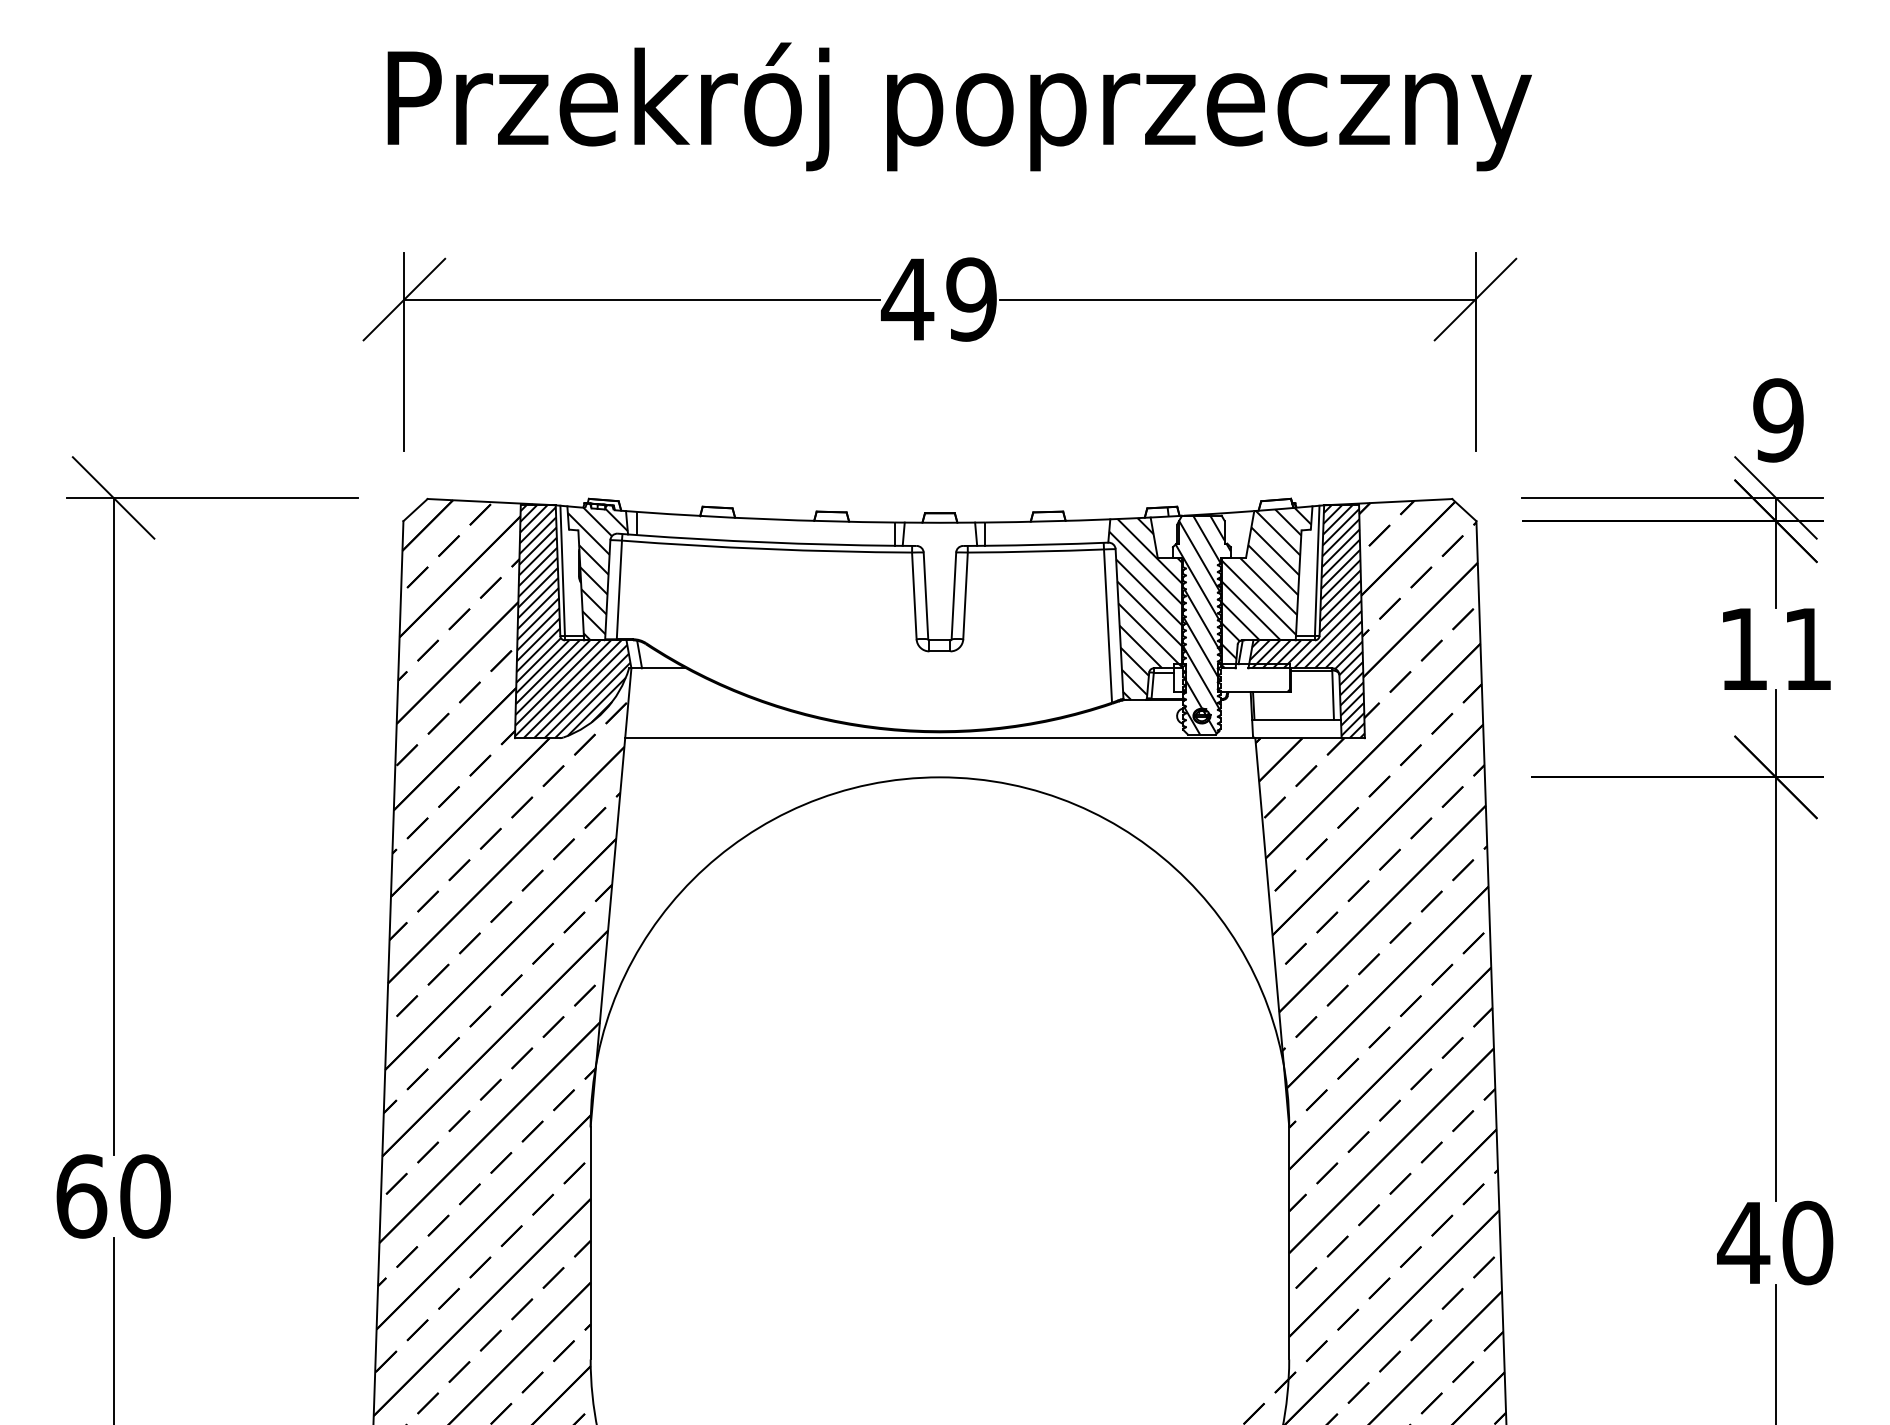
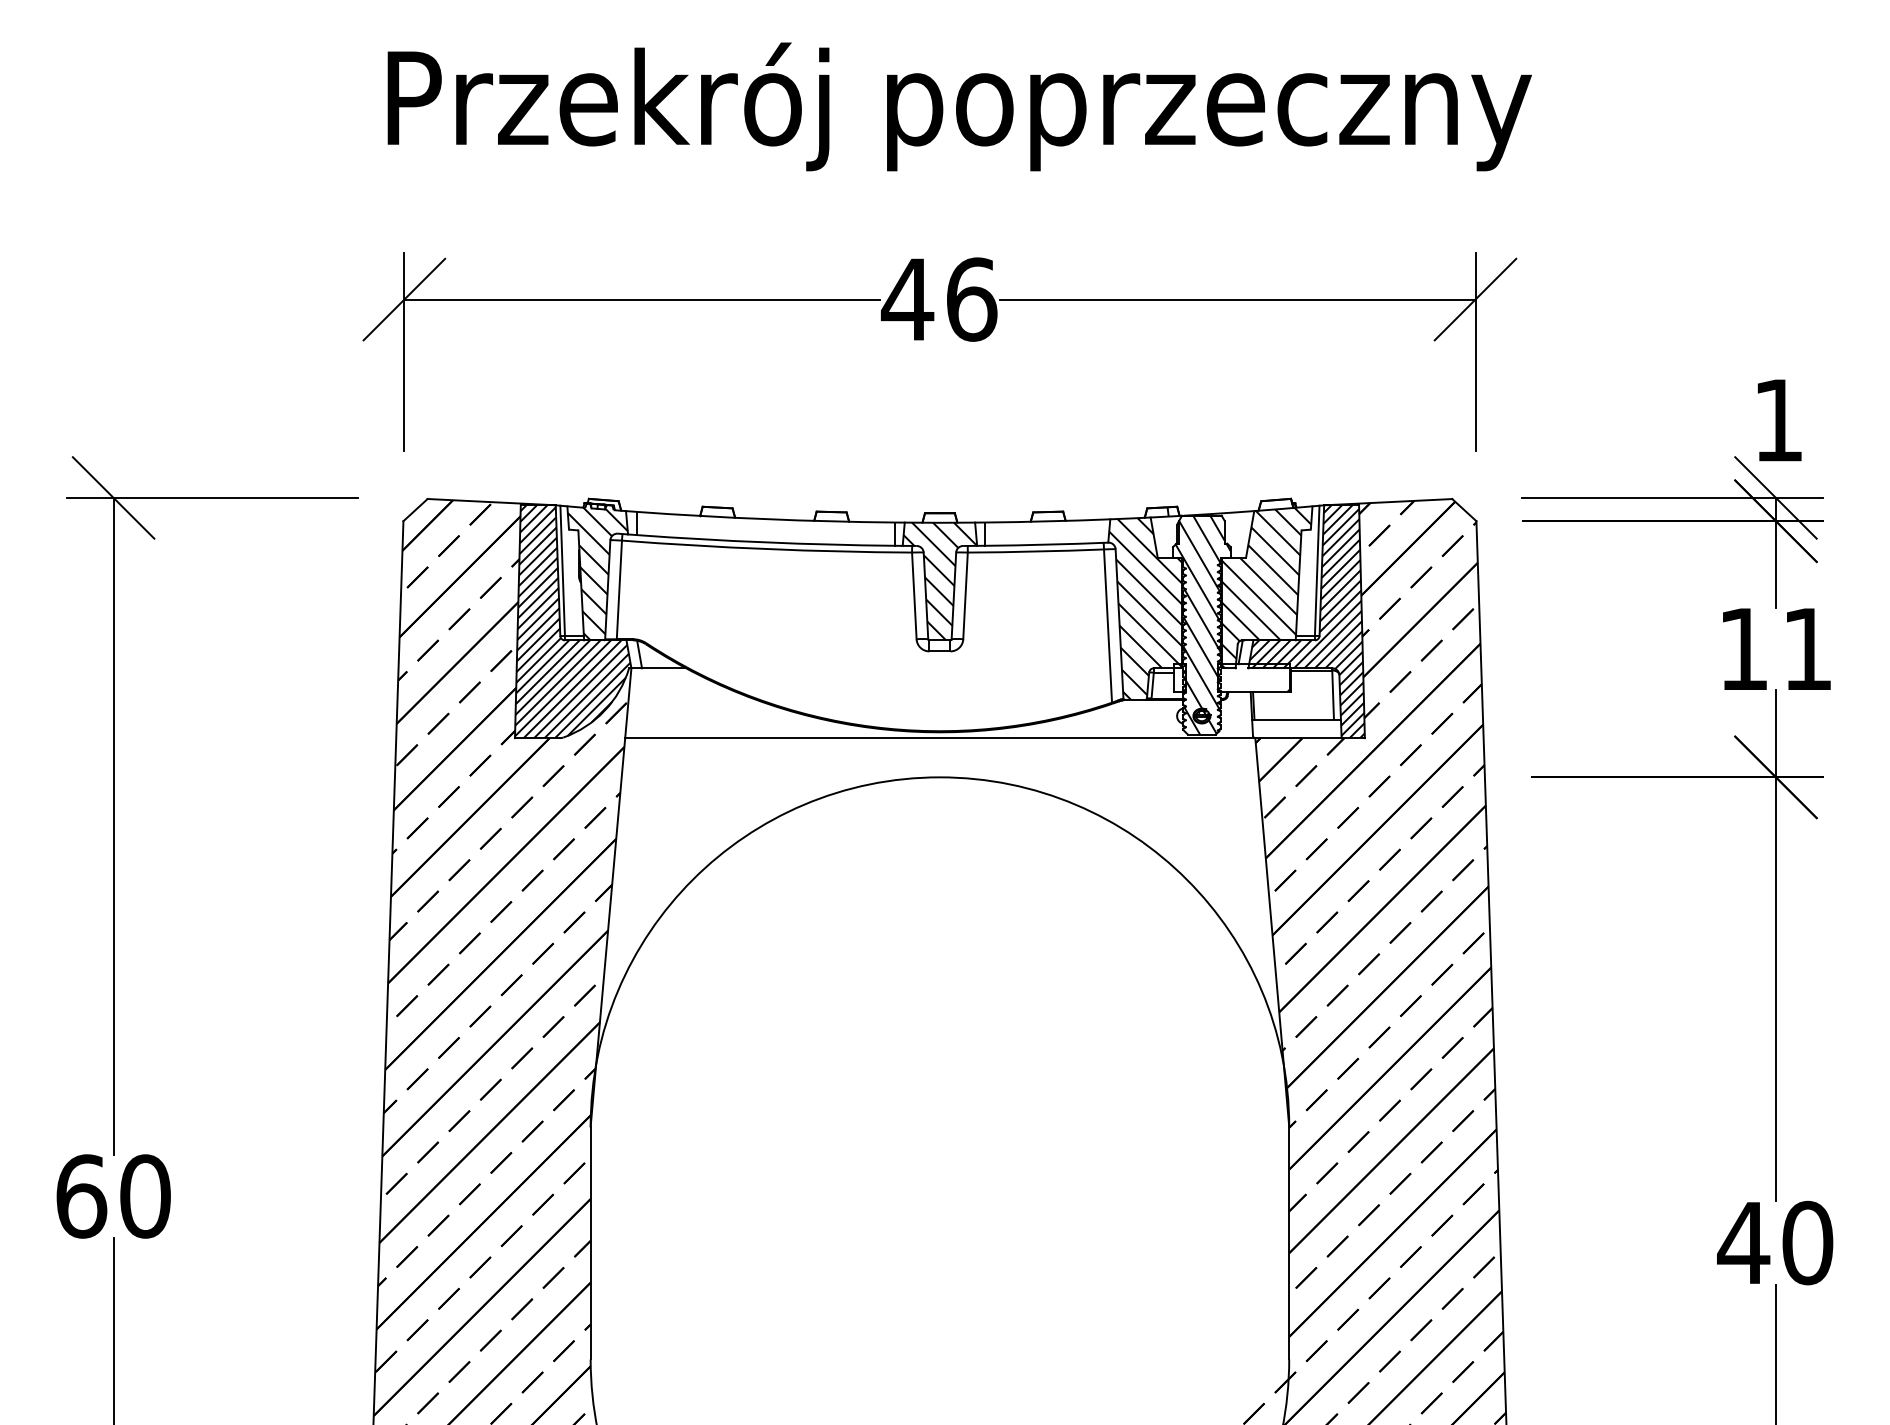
text at (971, 299): 49 -> 46
text at (1778, 420): 9 -> 1
hatch at (940, 581): none -> present
